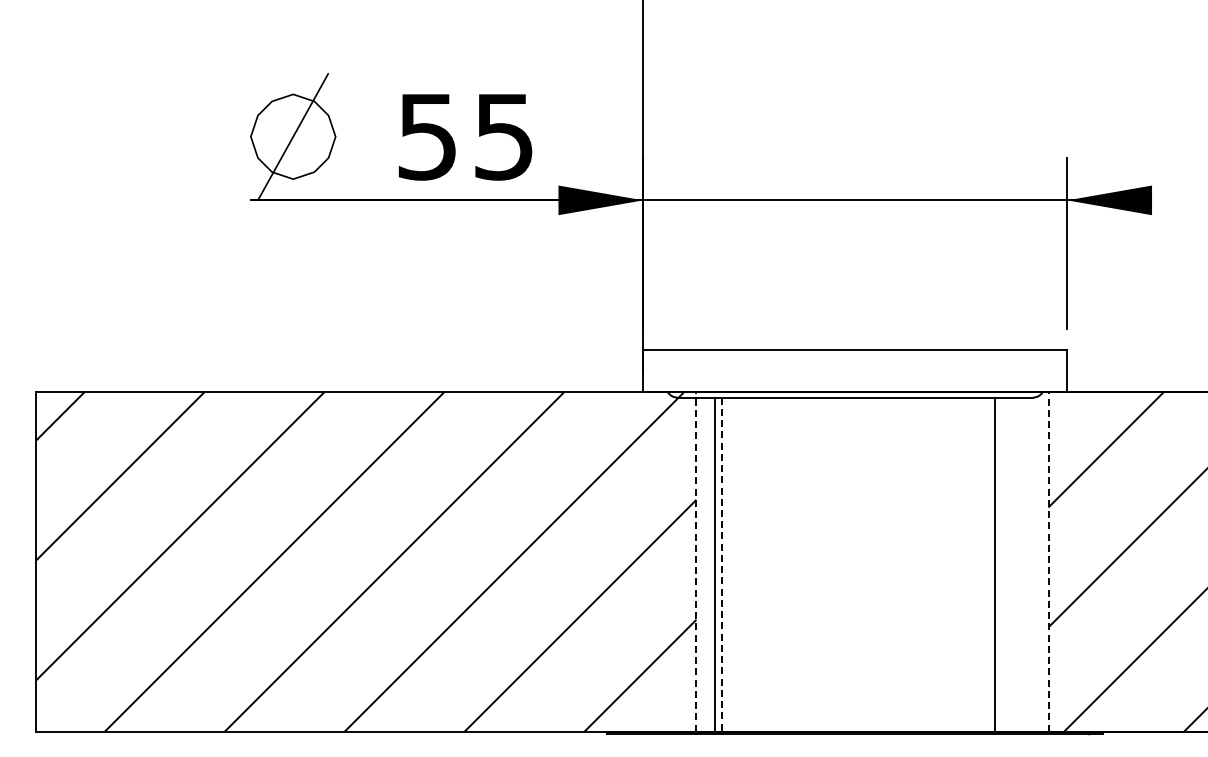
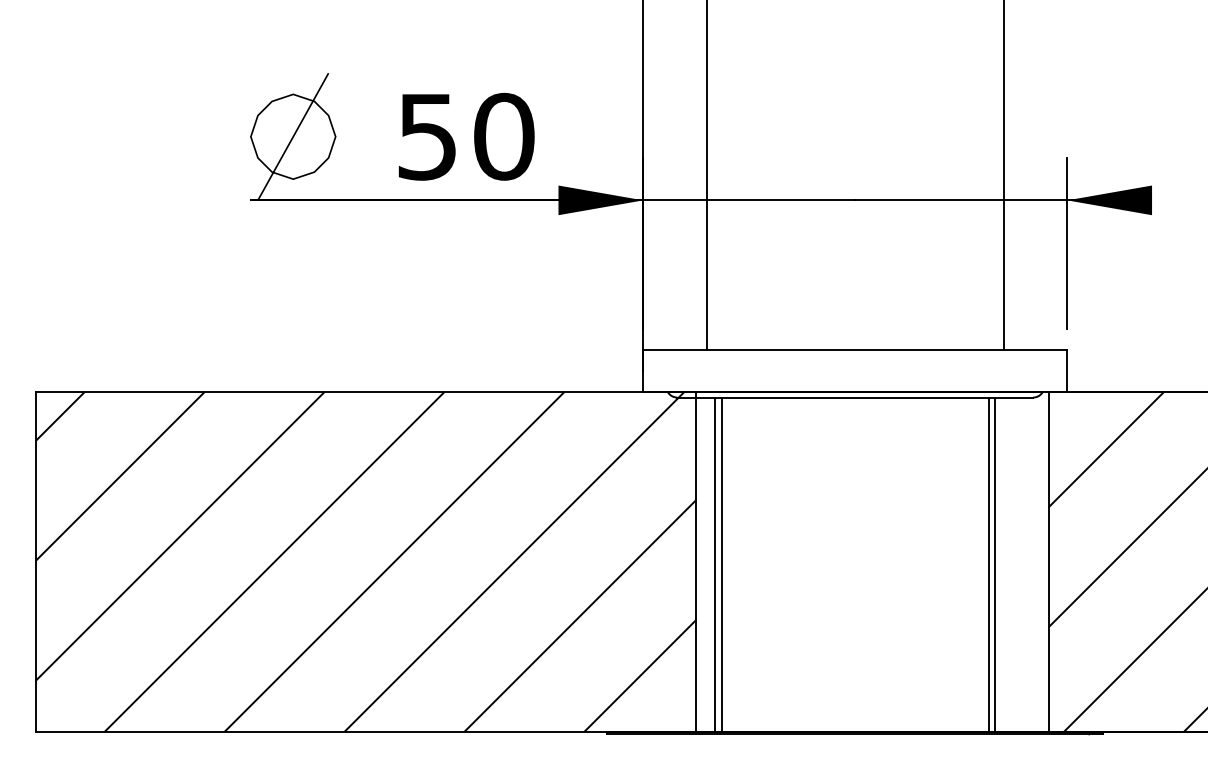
text at (504, 136): 55 -> 50
line at (706, 176): none -> present
line at (1003, 176): none -> present
line at (696, 562): dashed -> solid
line at (1048, 562): dashed -> solid
line at (721, 564): dashed -> solid
line at (989, 564): none -> present
